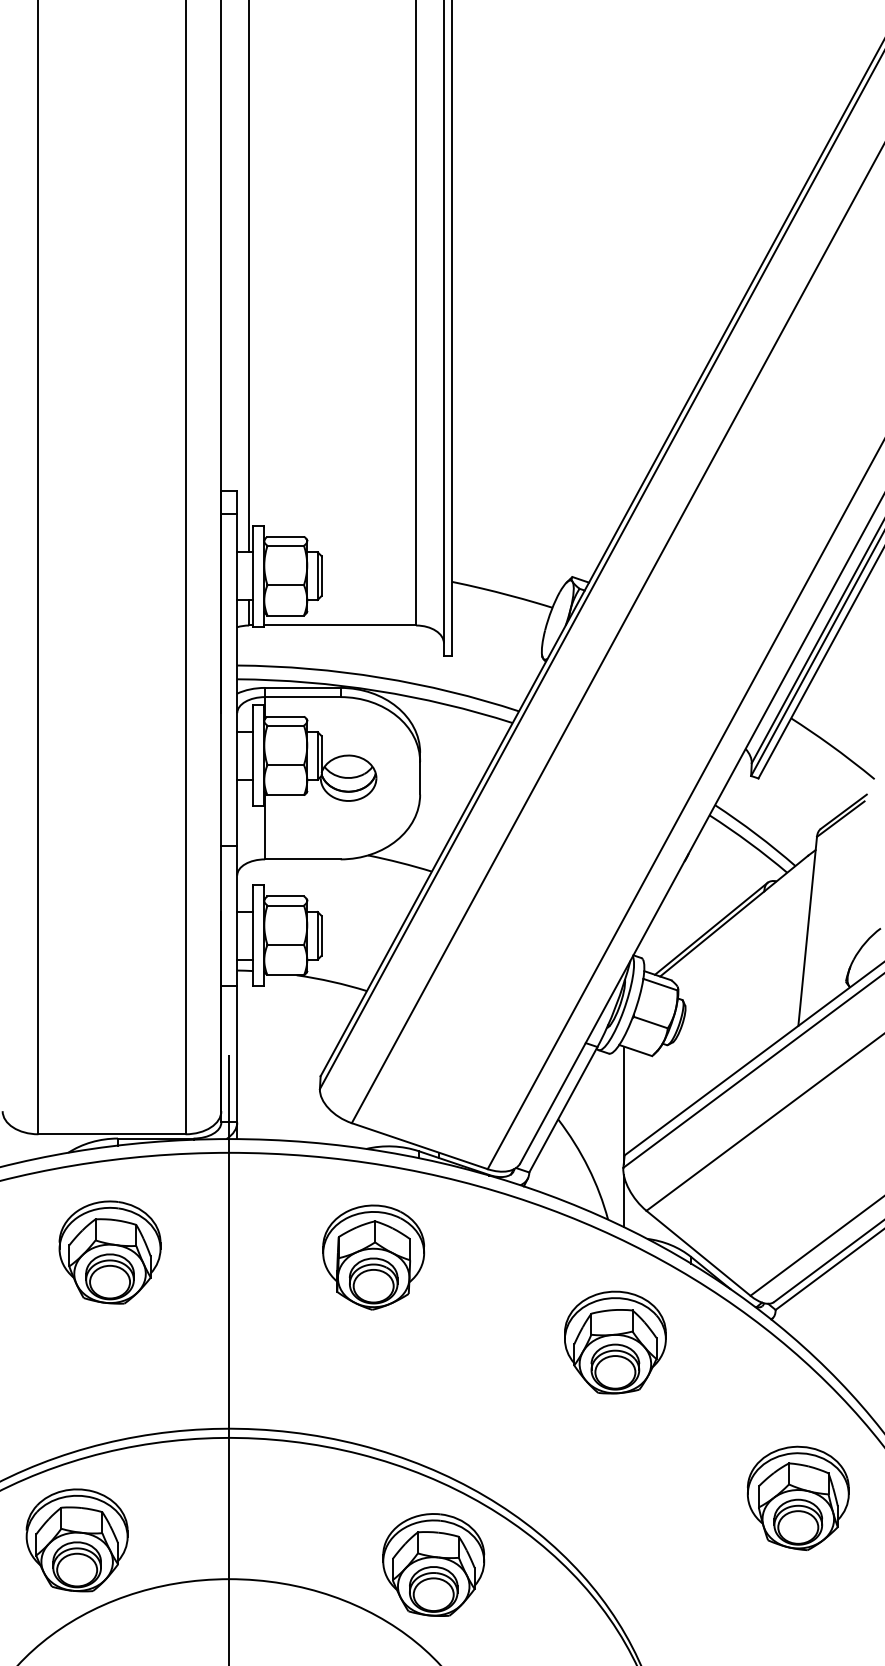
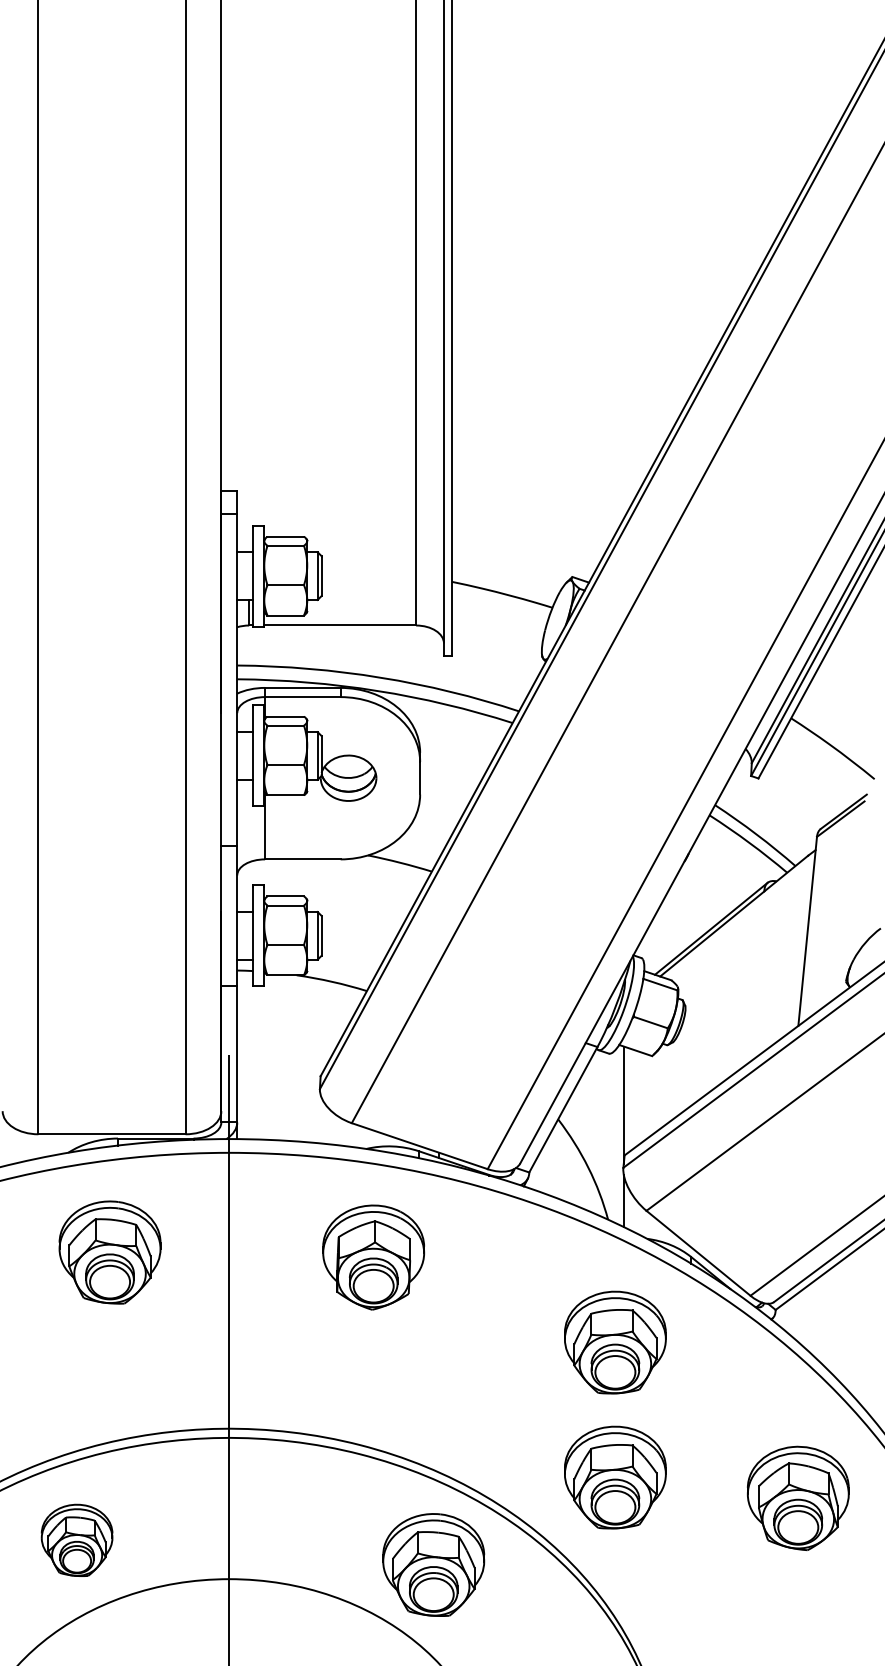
line at (249, 277): present -> none
part at (615, 1477): none -> present
part at (76, 1540) size: 104x105 px -> 74x74 px
